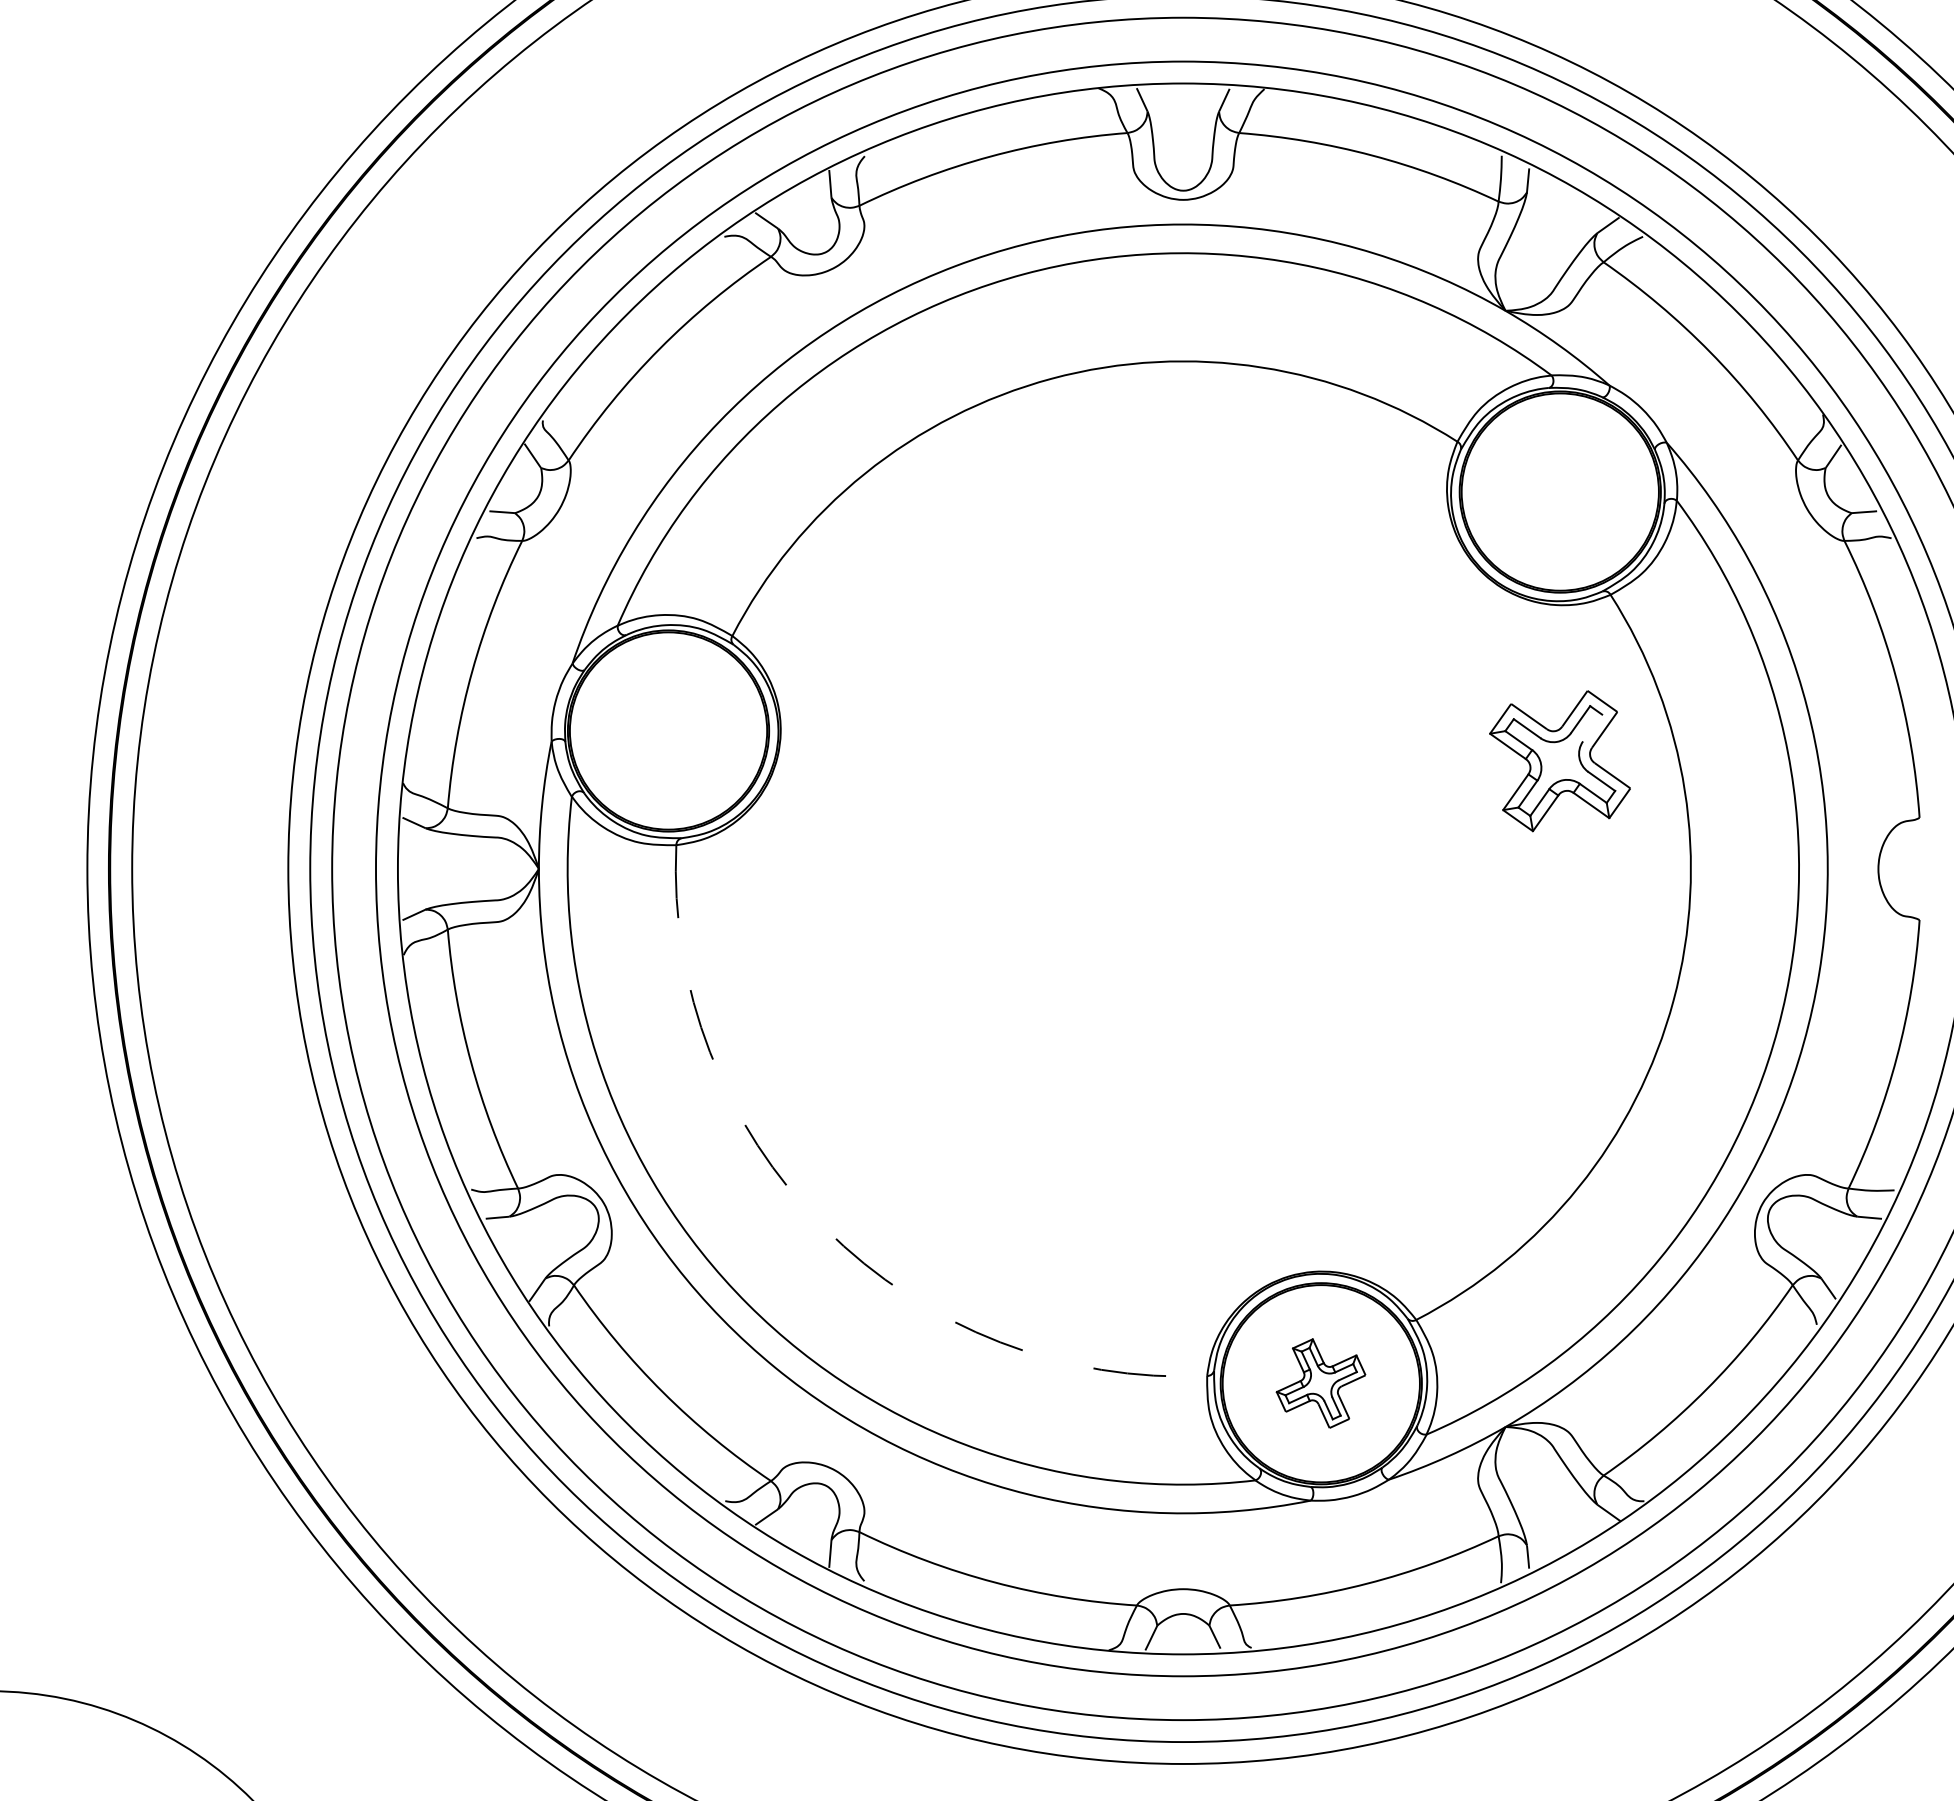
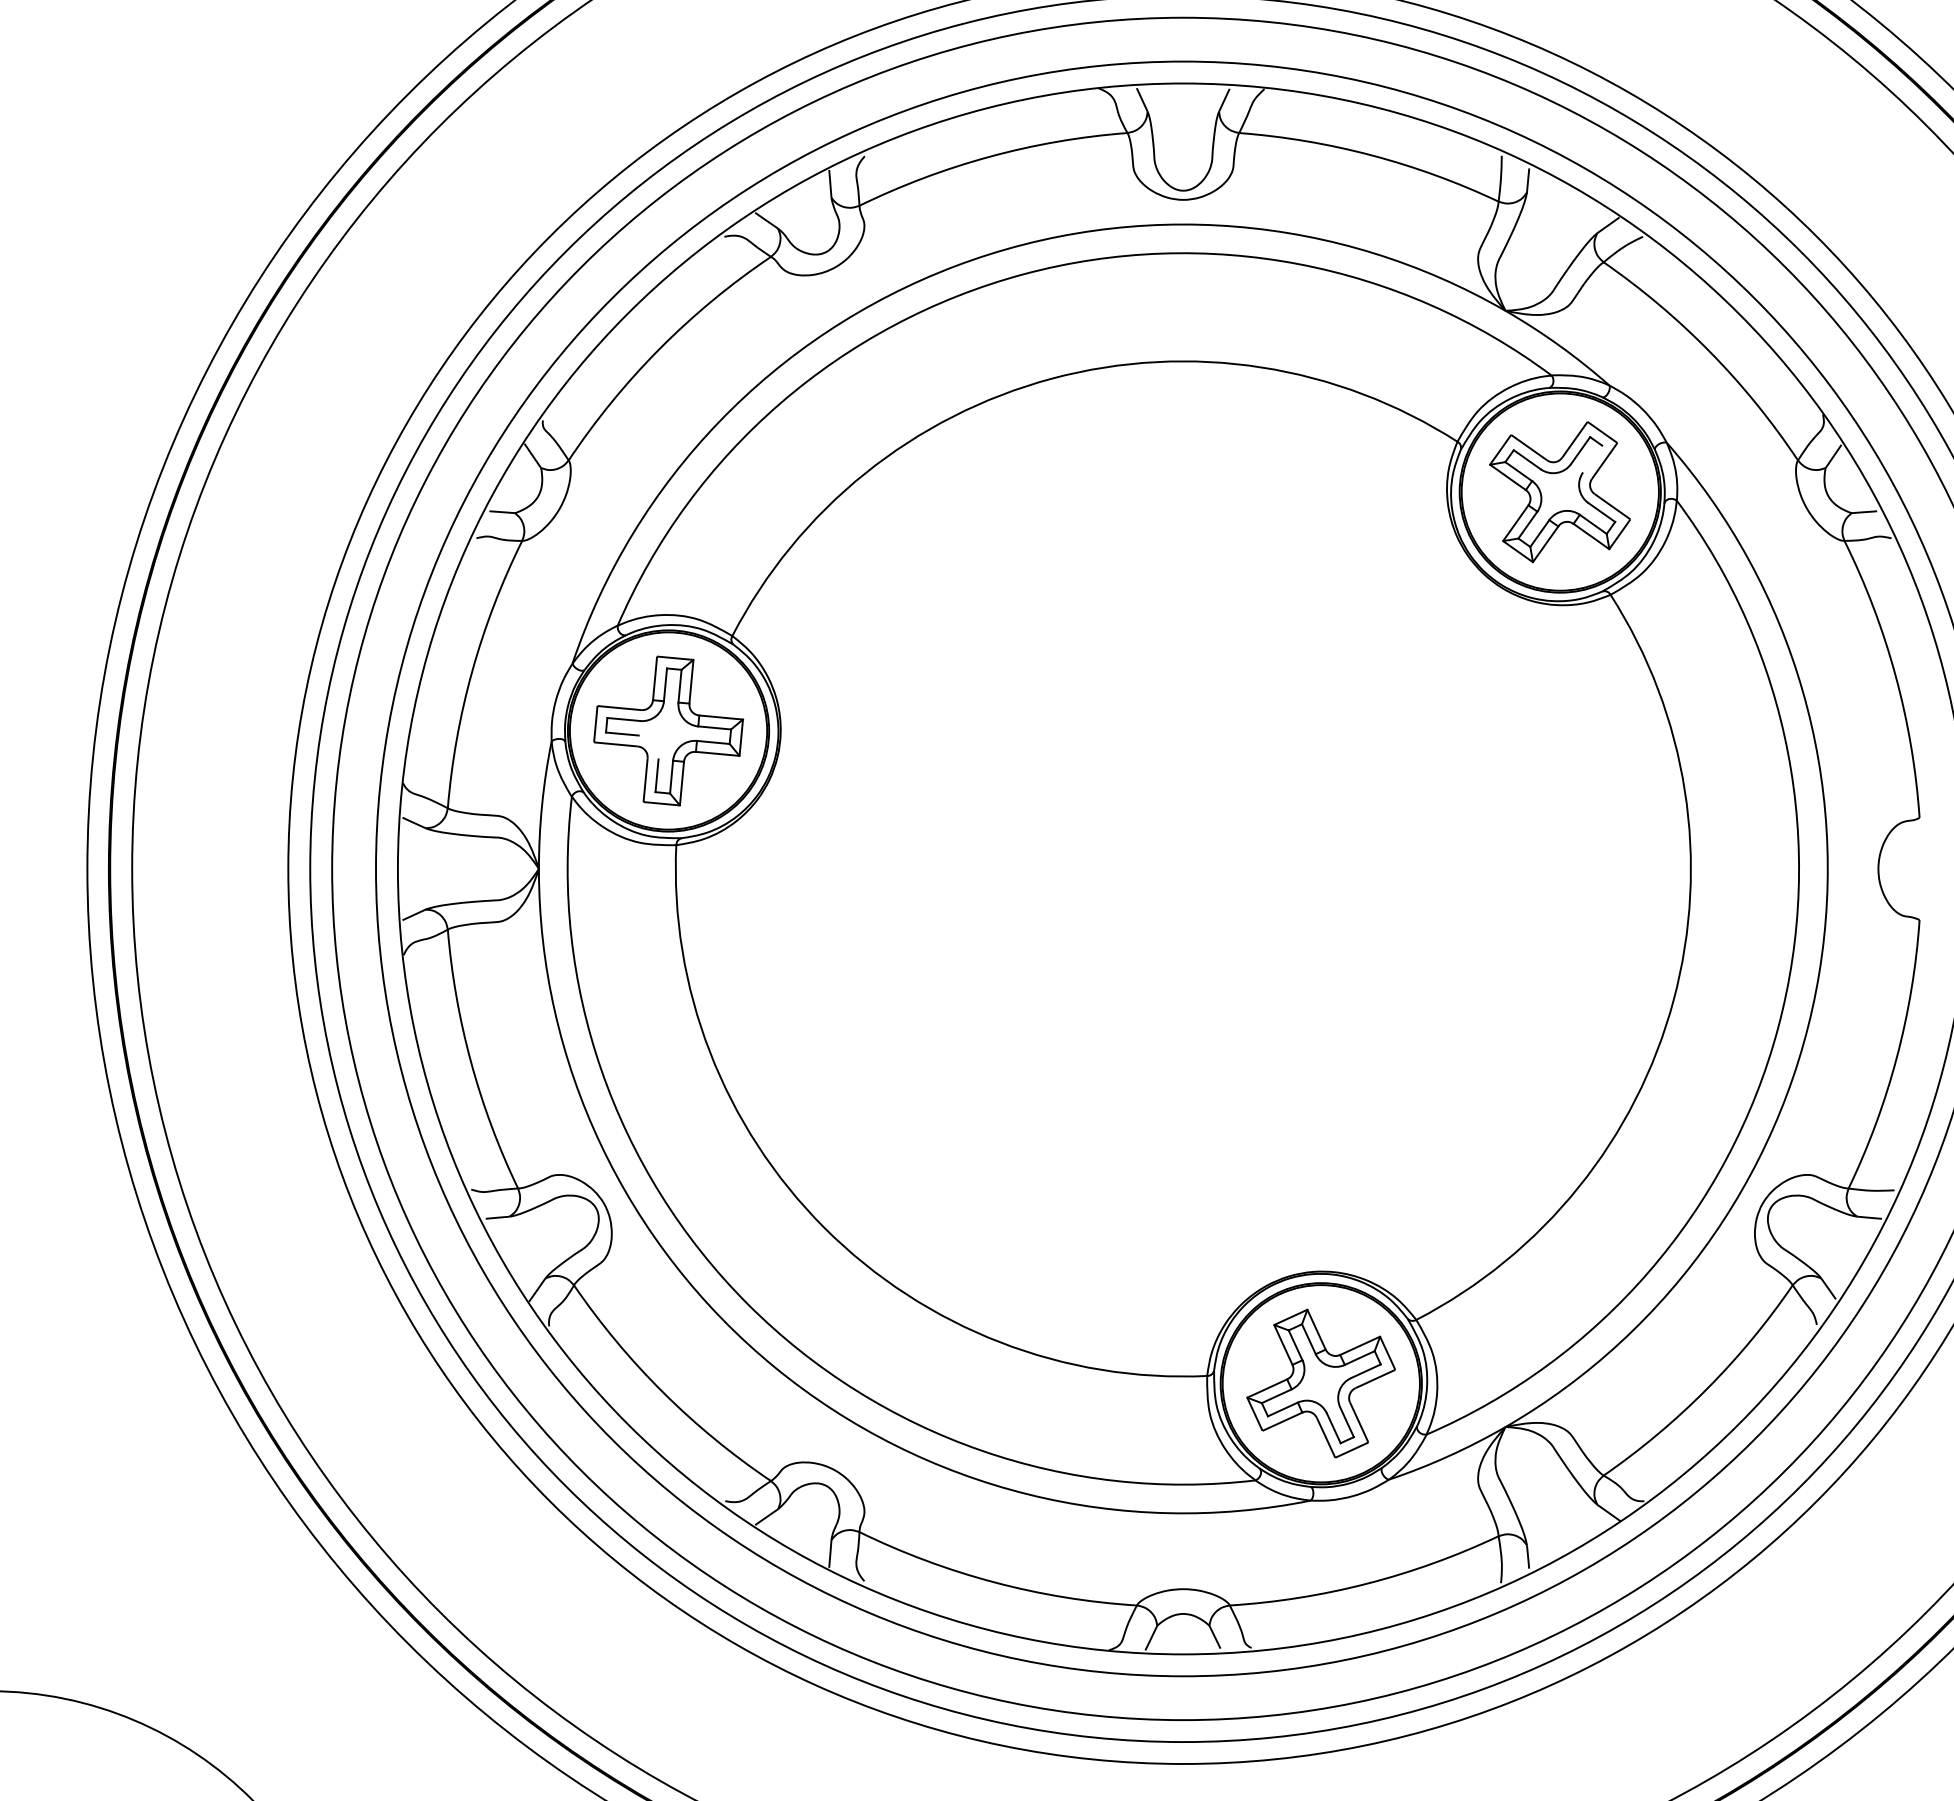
part at (668, 730): none -> present
part at (1559, 761) position: (1559, 761) -> (1559, 492)
arc at (824, 1227): dashed -> solid
part at (1320, 1383) size: 92x91 px -> 150x151 px
